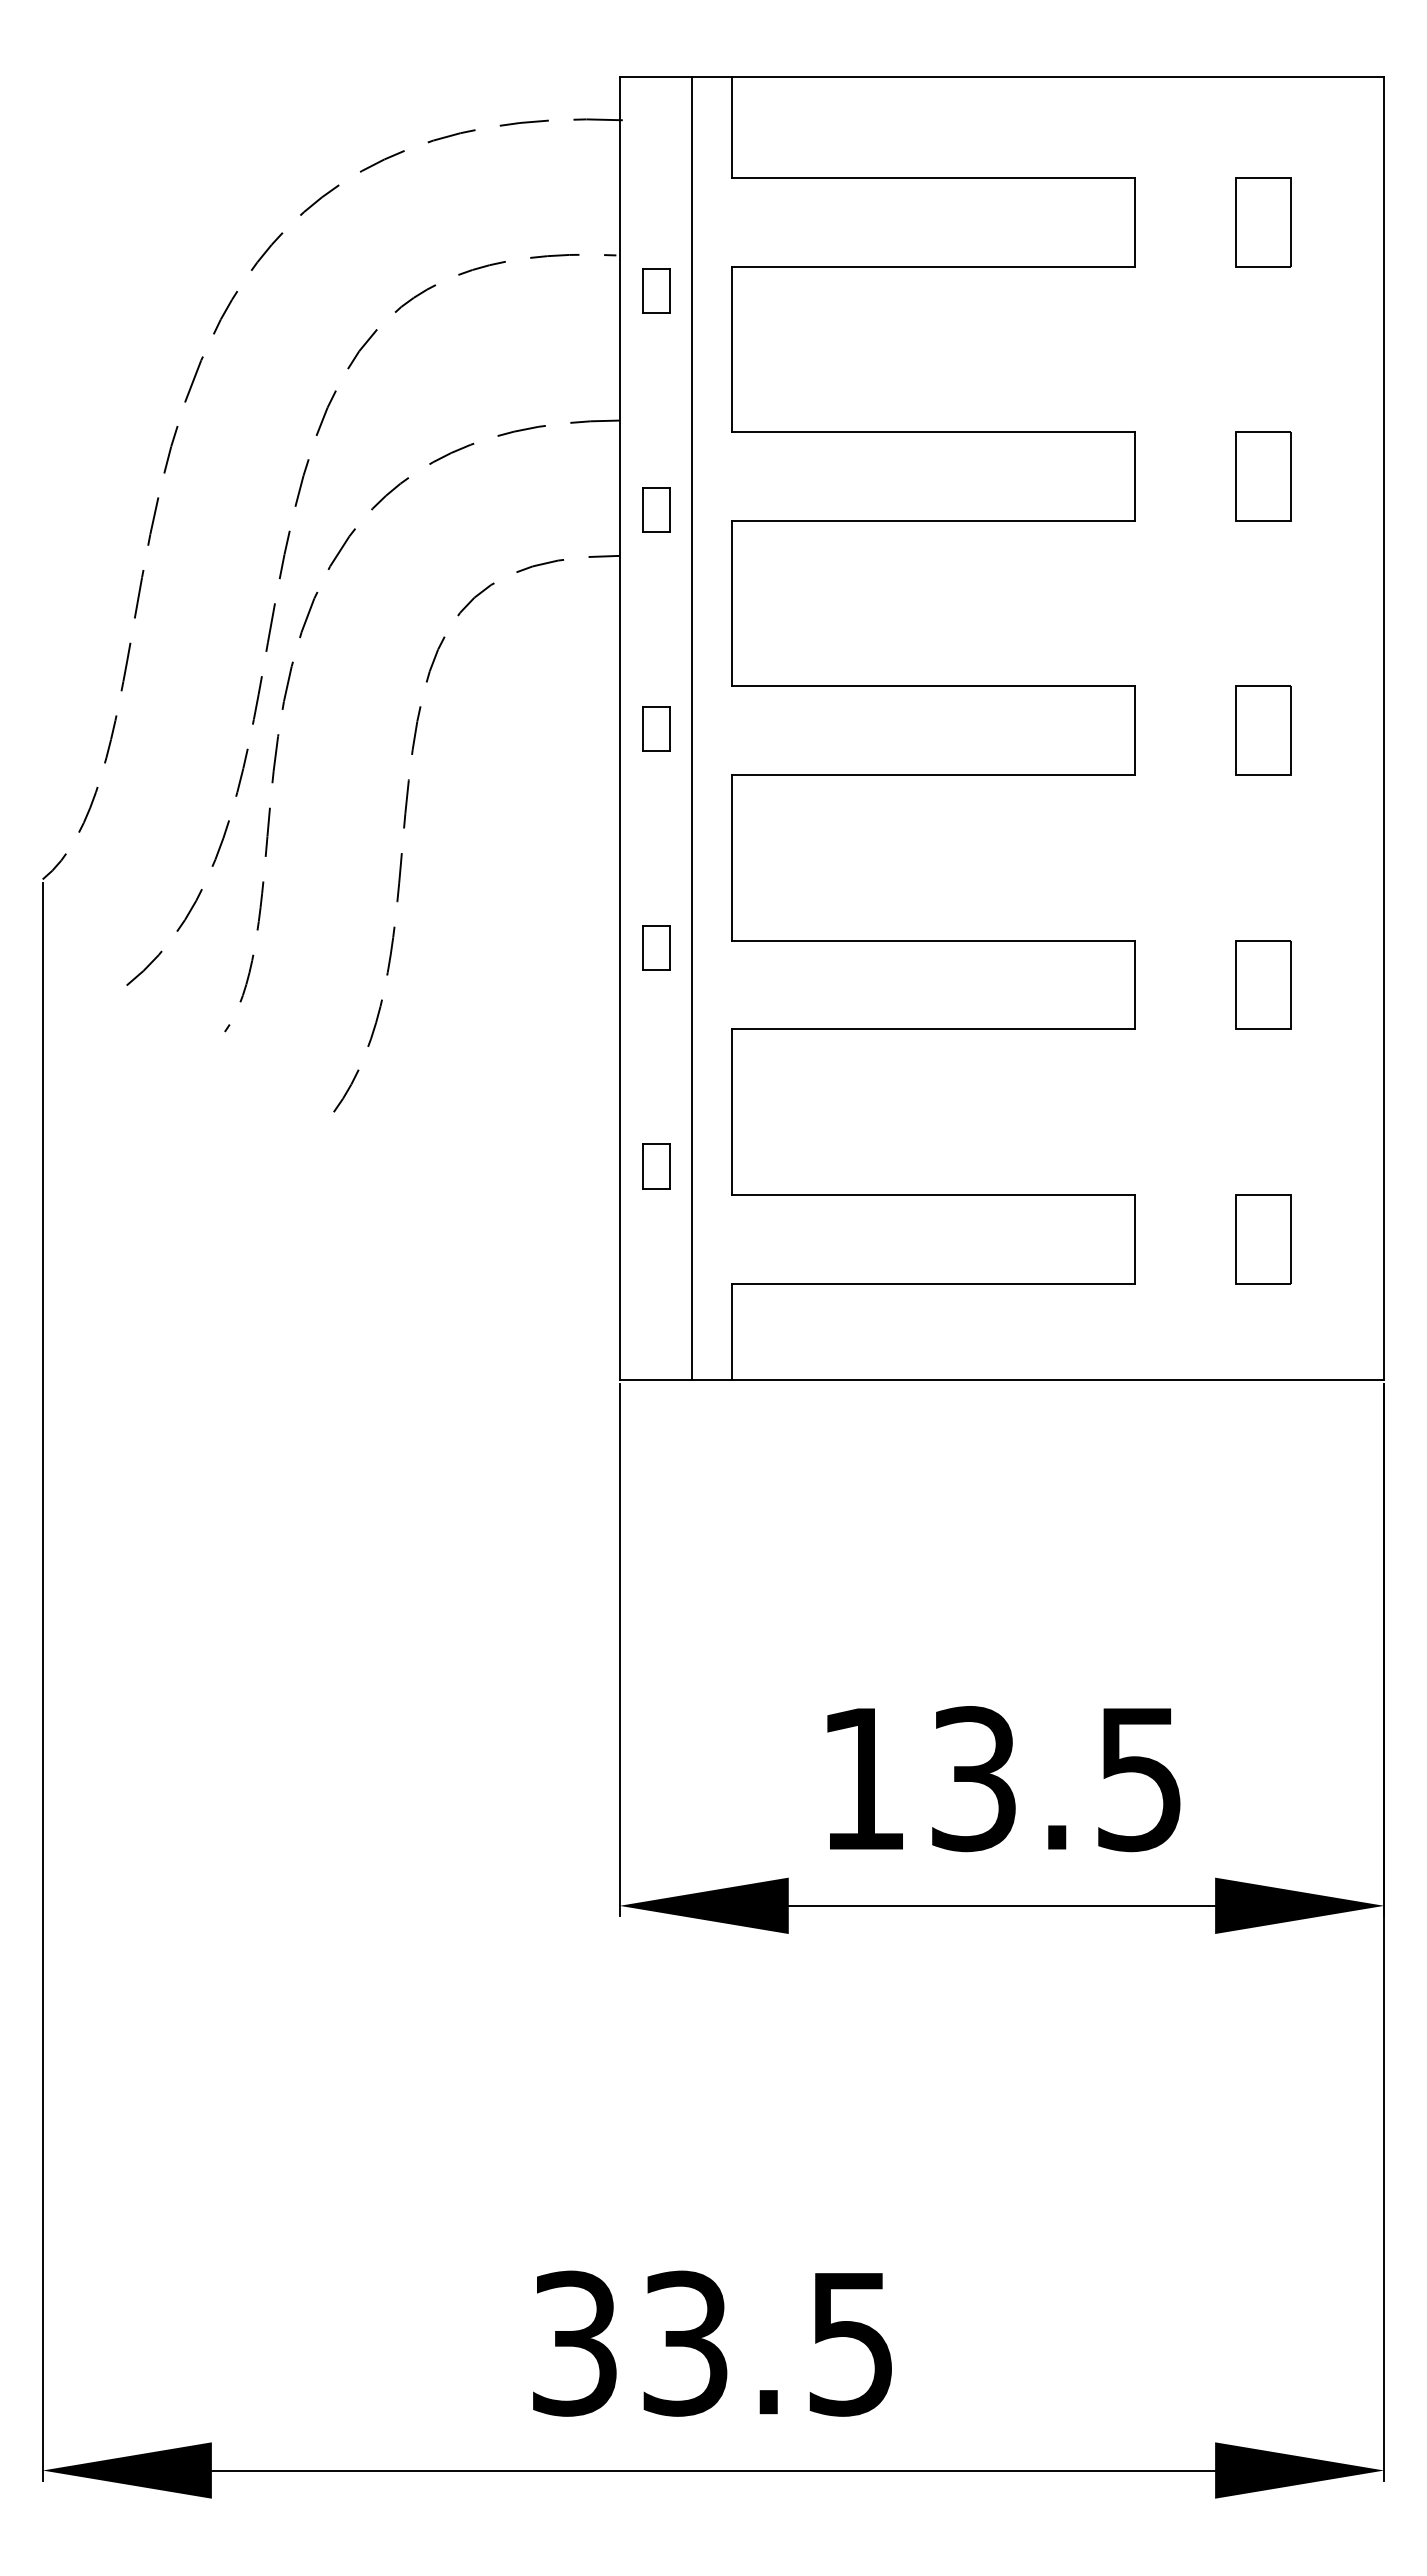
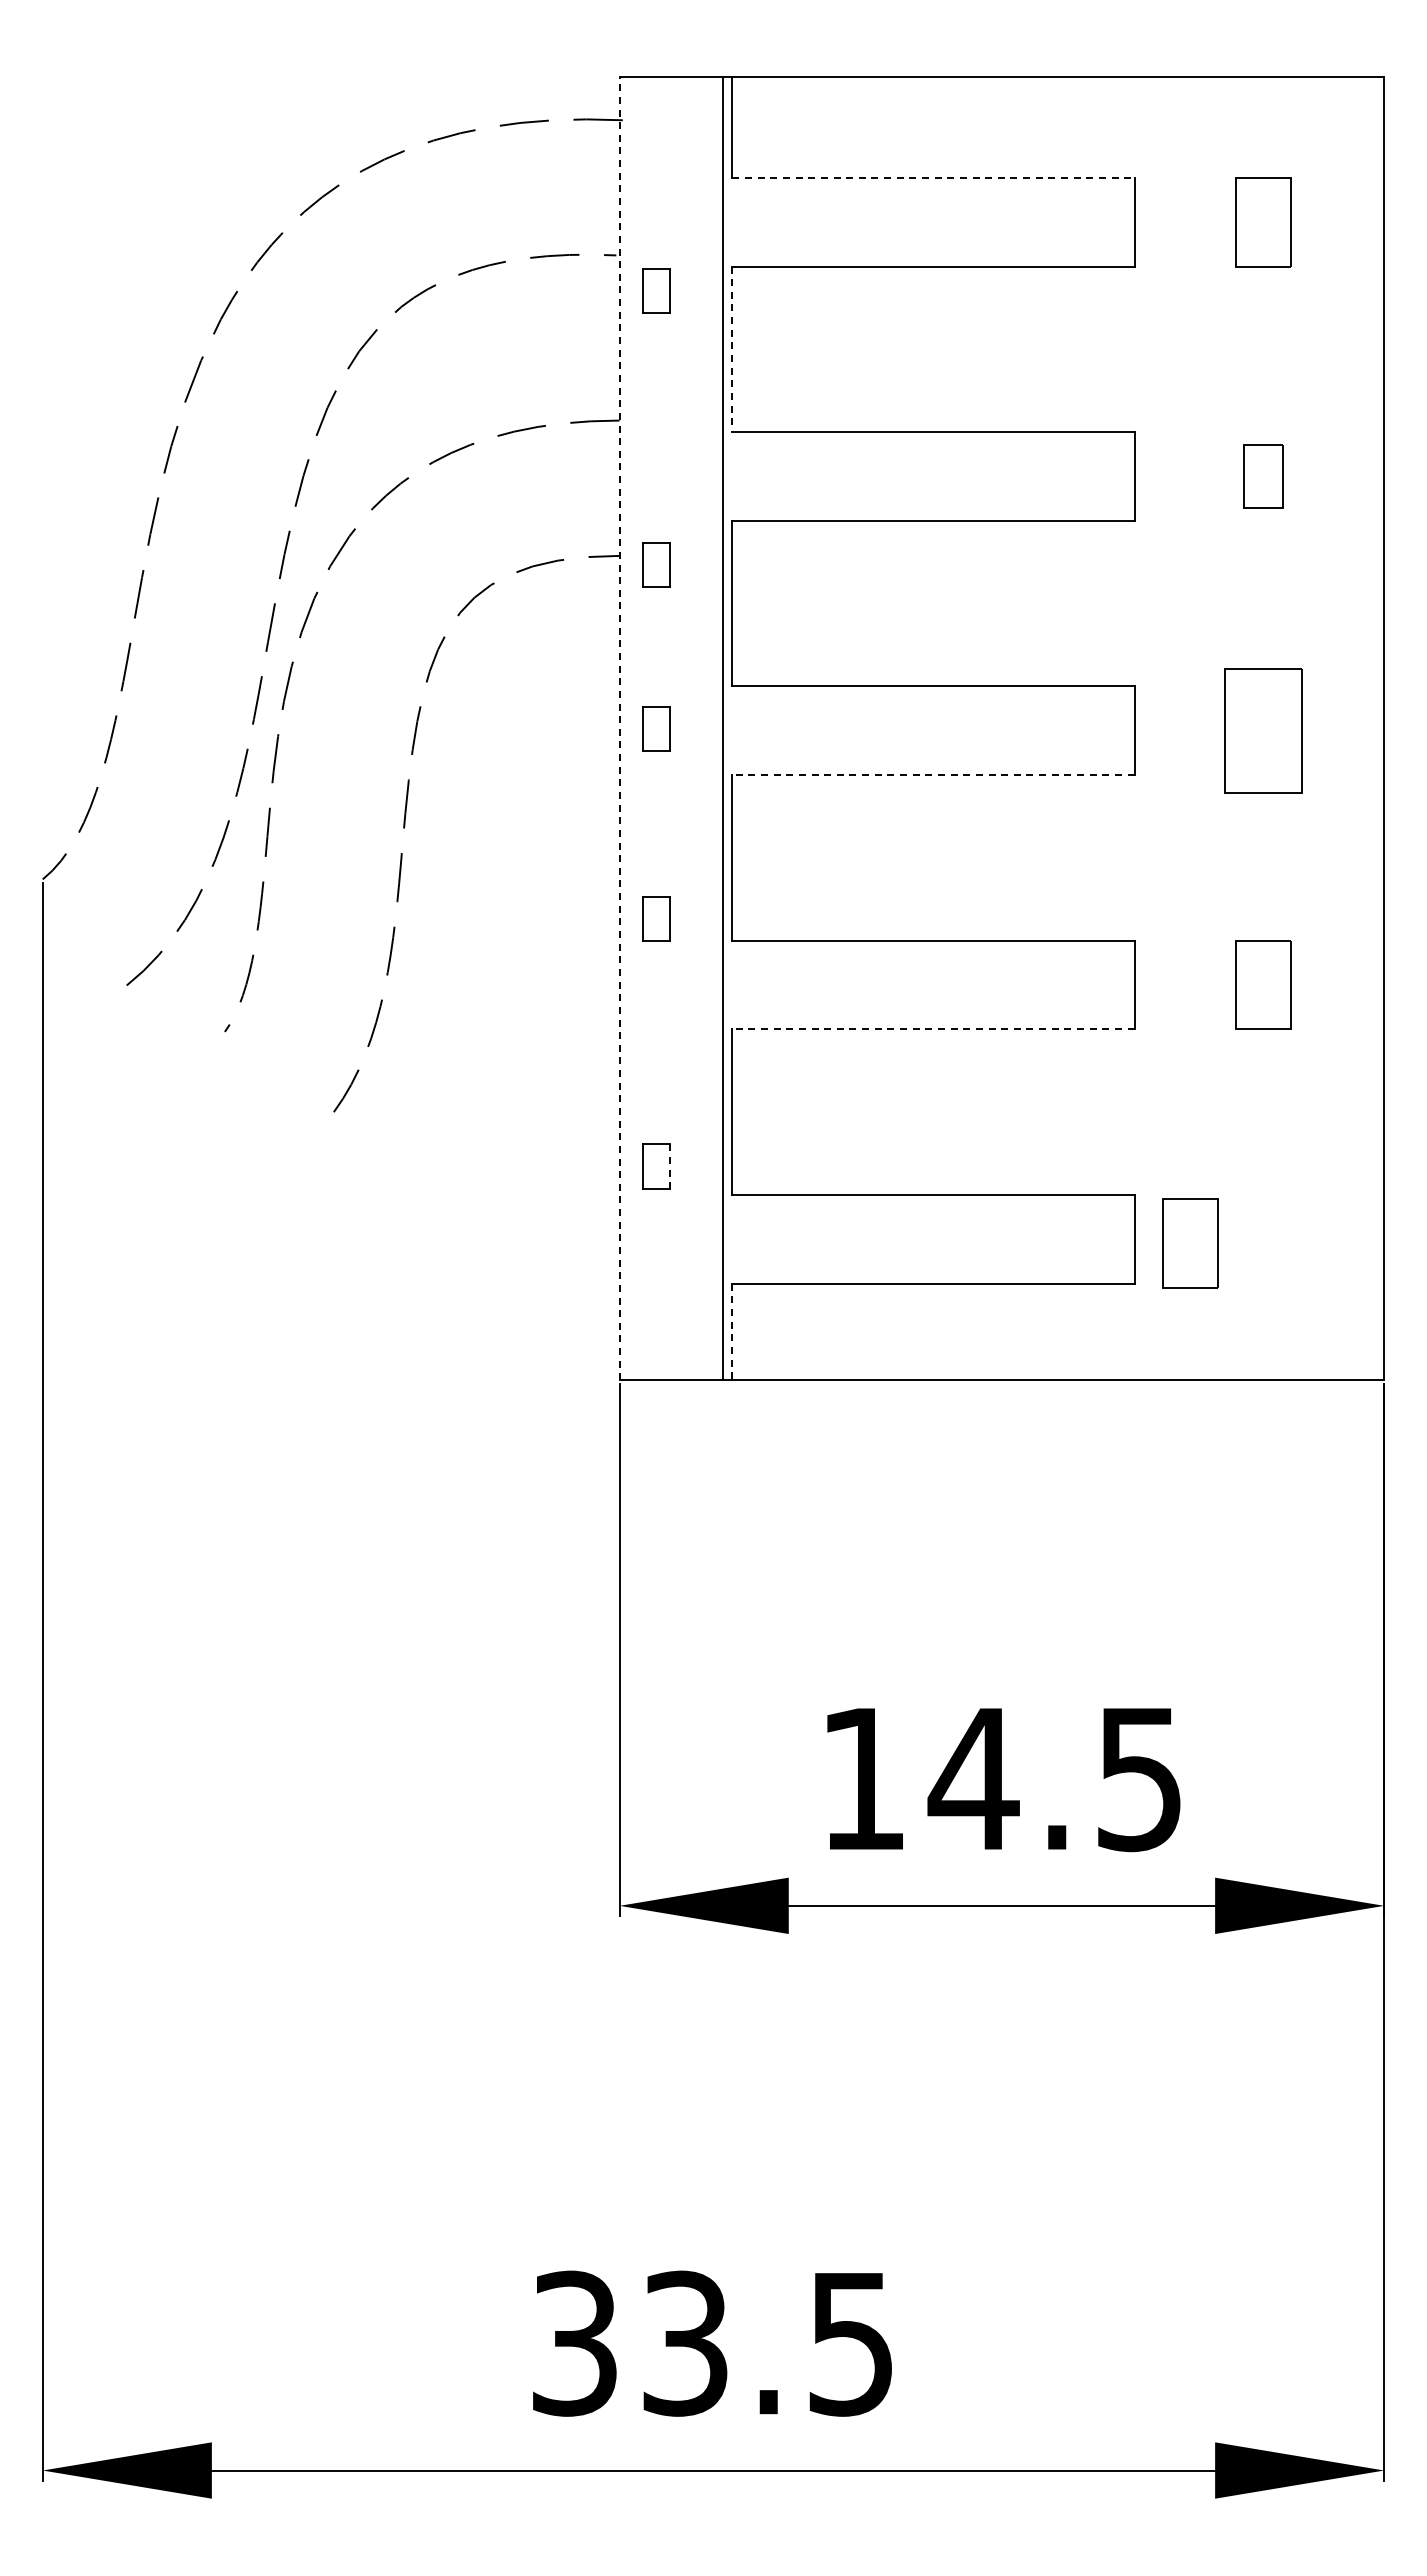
line at (933, 177): solid -> dashed
line at (732, 349): solid -> dashed
part at (1263, 476) size: 57x91 px -> 41x65 px
part at (656, 509) position: (656, 509) -> (656, 564)
line at (619, 728): solid -> dashed
line at (691, 728) position: (691, 728) -> (722, 728)
part at (1263, 730) size: 57x91 px -> 79x126 px
line at (932, 775): solid -> dashed
part at (656, 947) position: (656, 947) -> (656, 918)
line at (932, 1029): solid -> dashed
line at (670, 1167): solid -> dashed
part at (1263, 1239) position: (1263, 1239) -> (1190, 1243)
line at (732, 1332): solid -> dashed
text at (973, 1779): 13.5 -> 14.5
